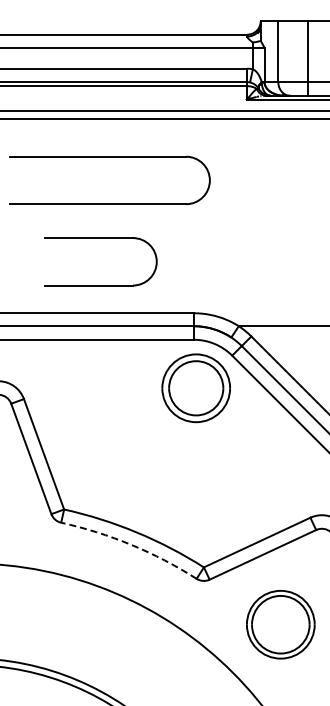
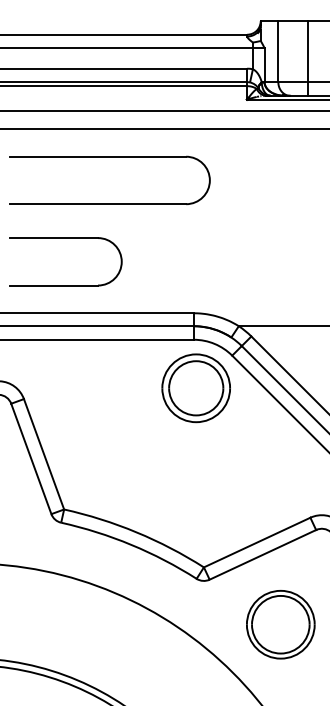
line at (164, 119) position: (164, 119) -> (164, 129)
part at (100, 238) position: (100, 238) -> (65, 238)
arc at (131, 544): dashed -> solid
